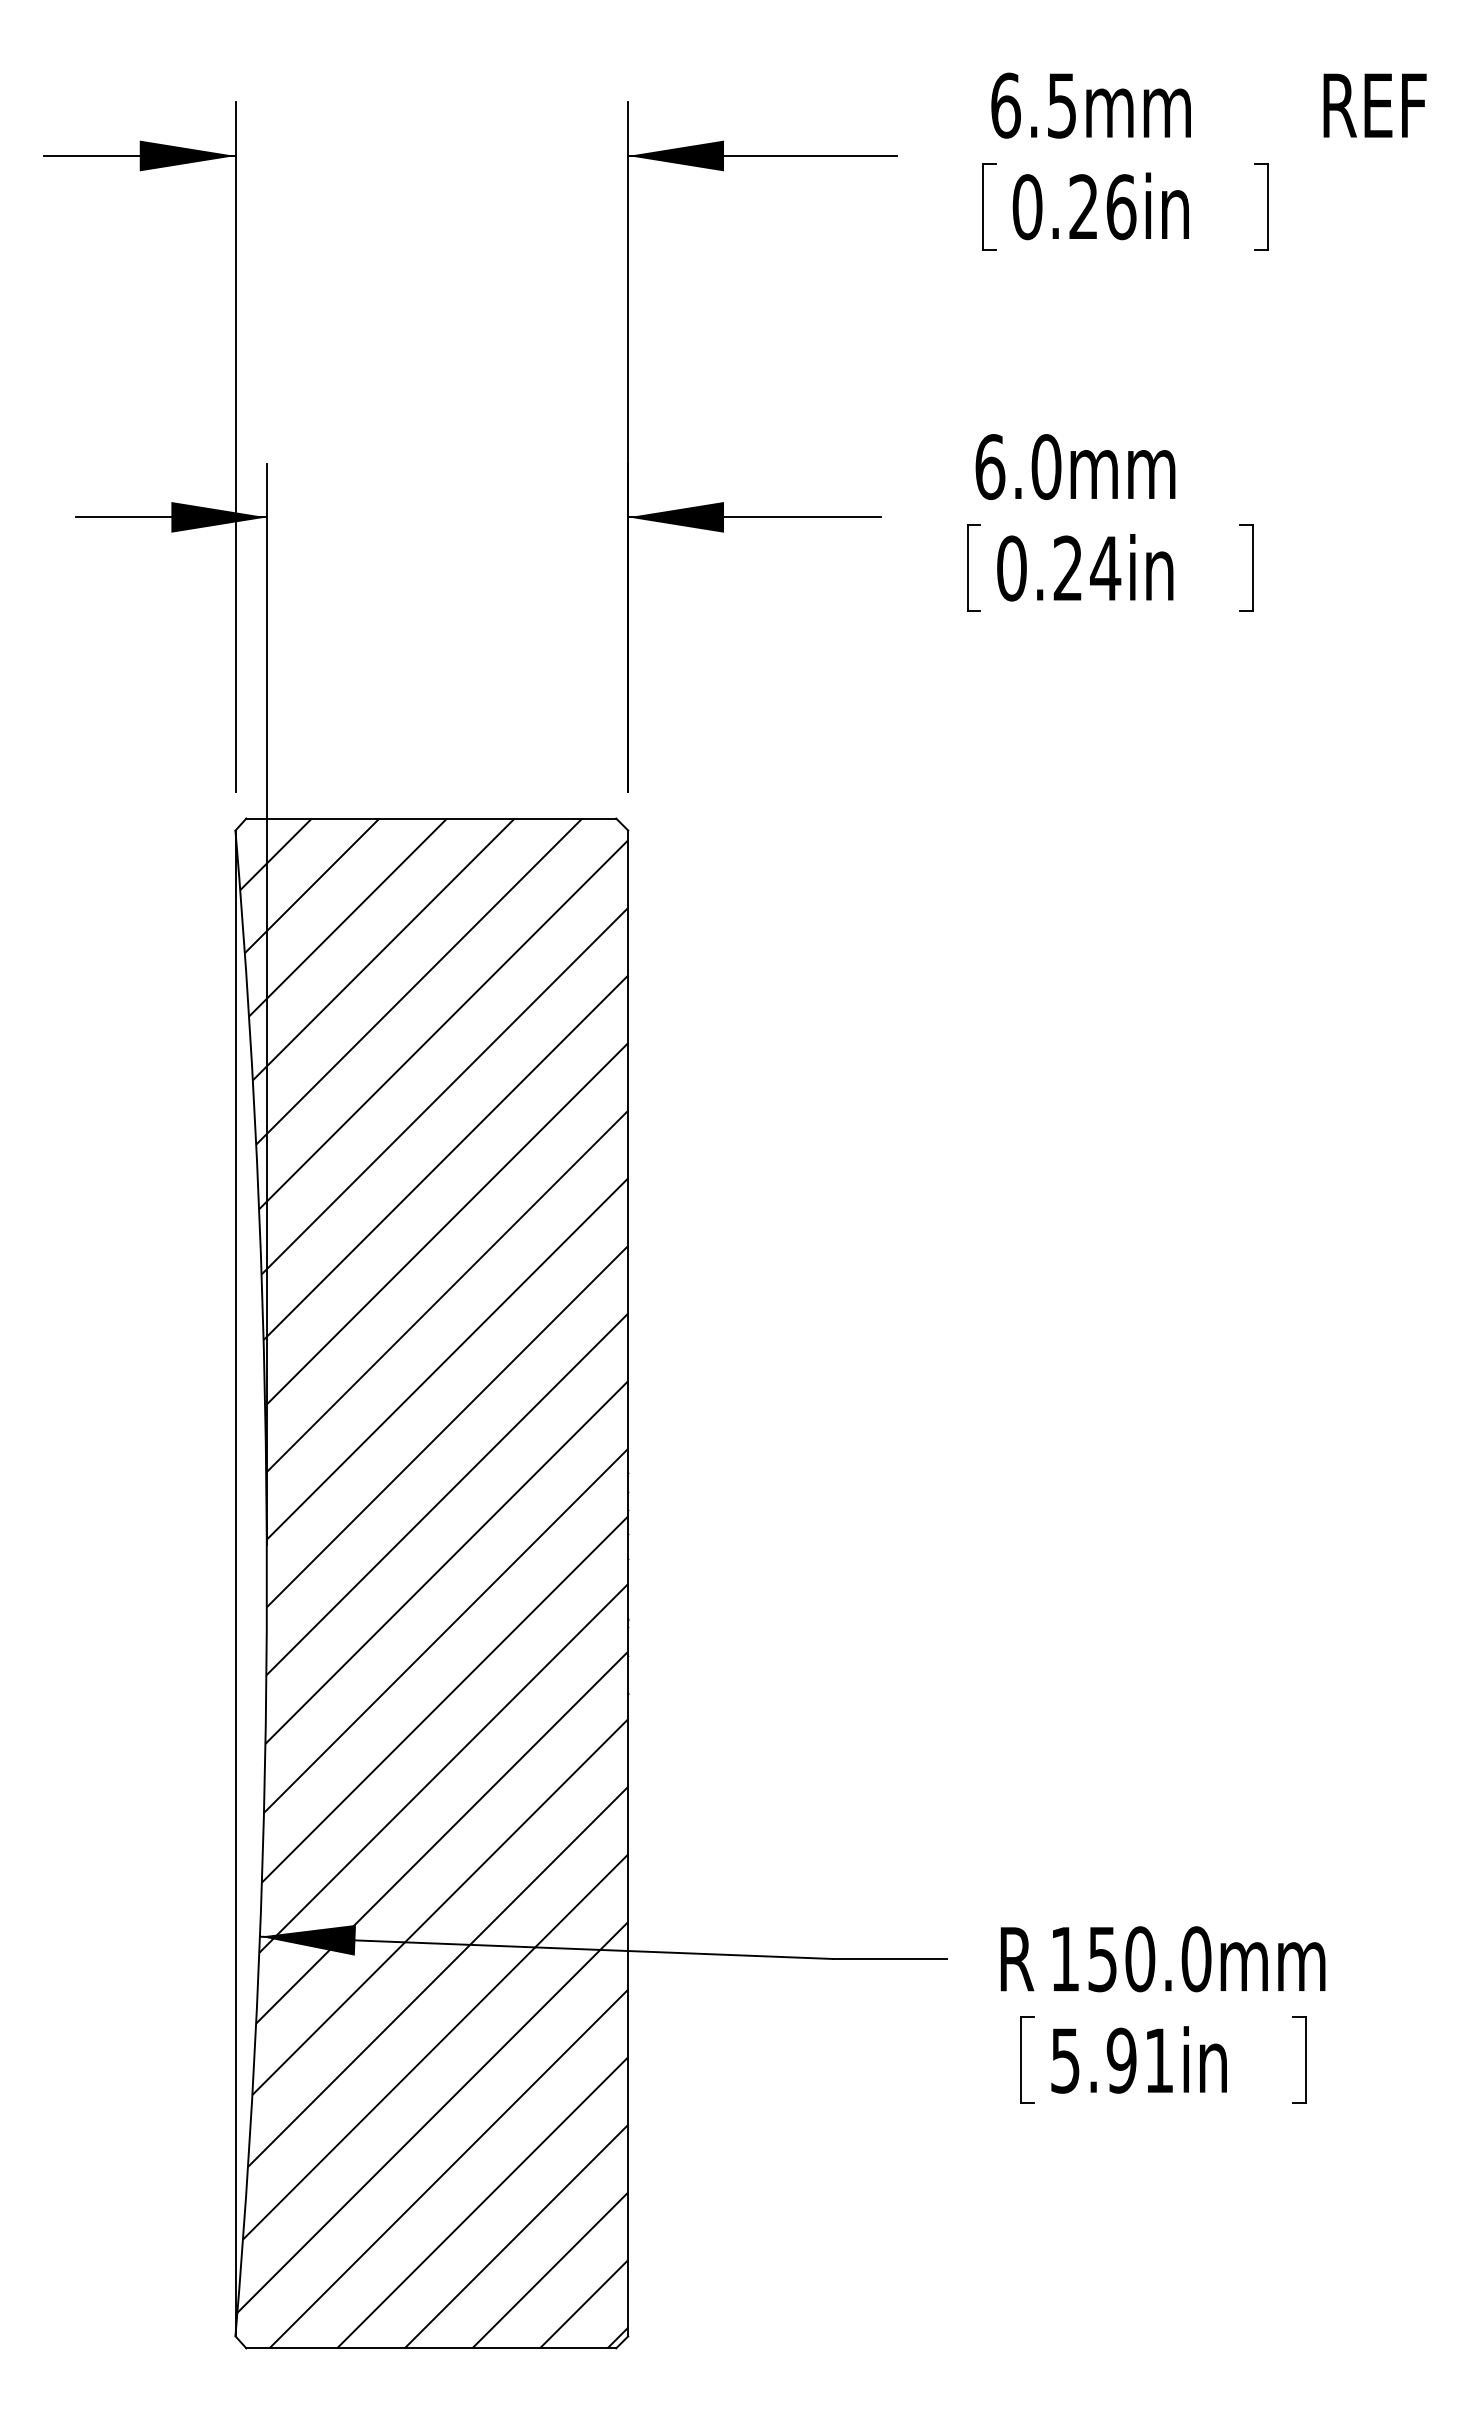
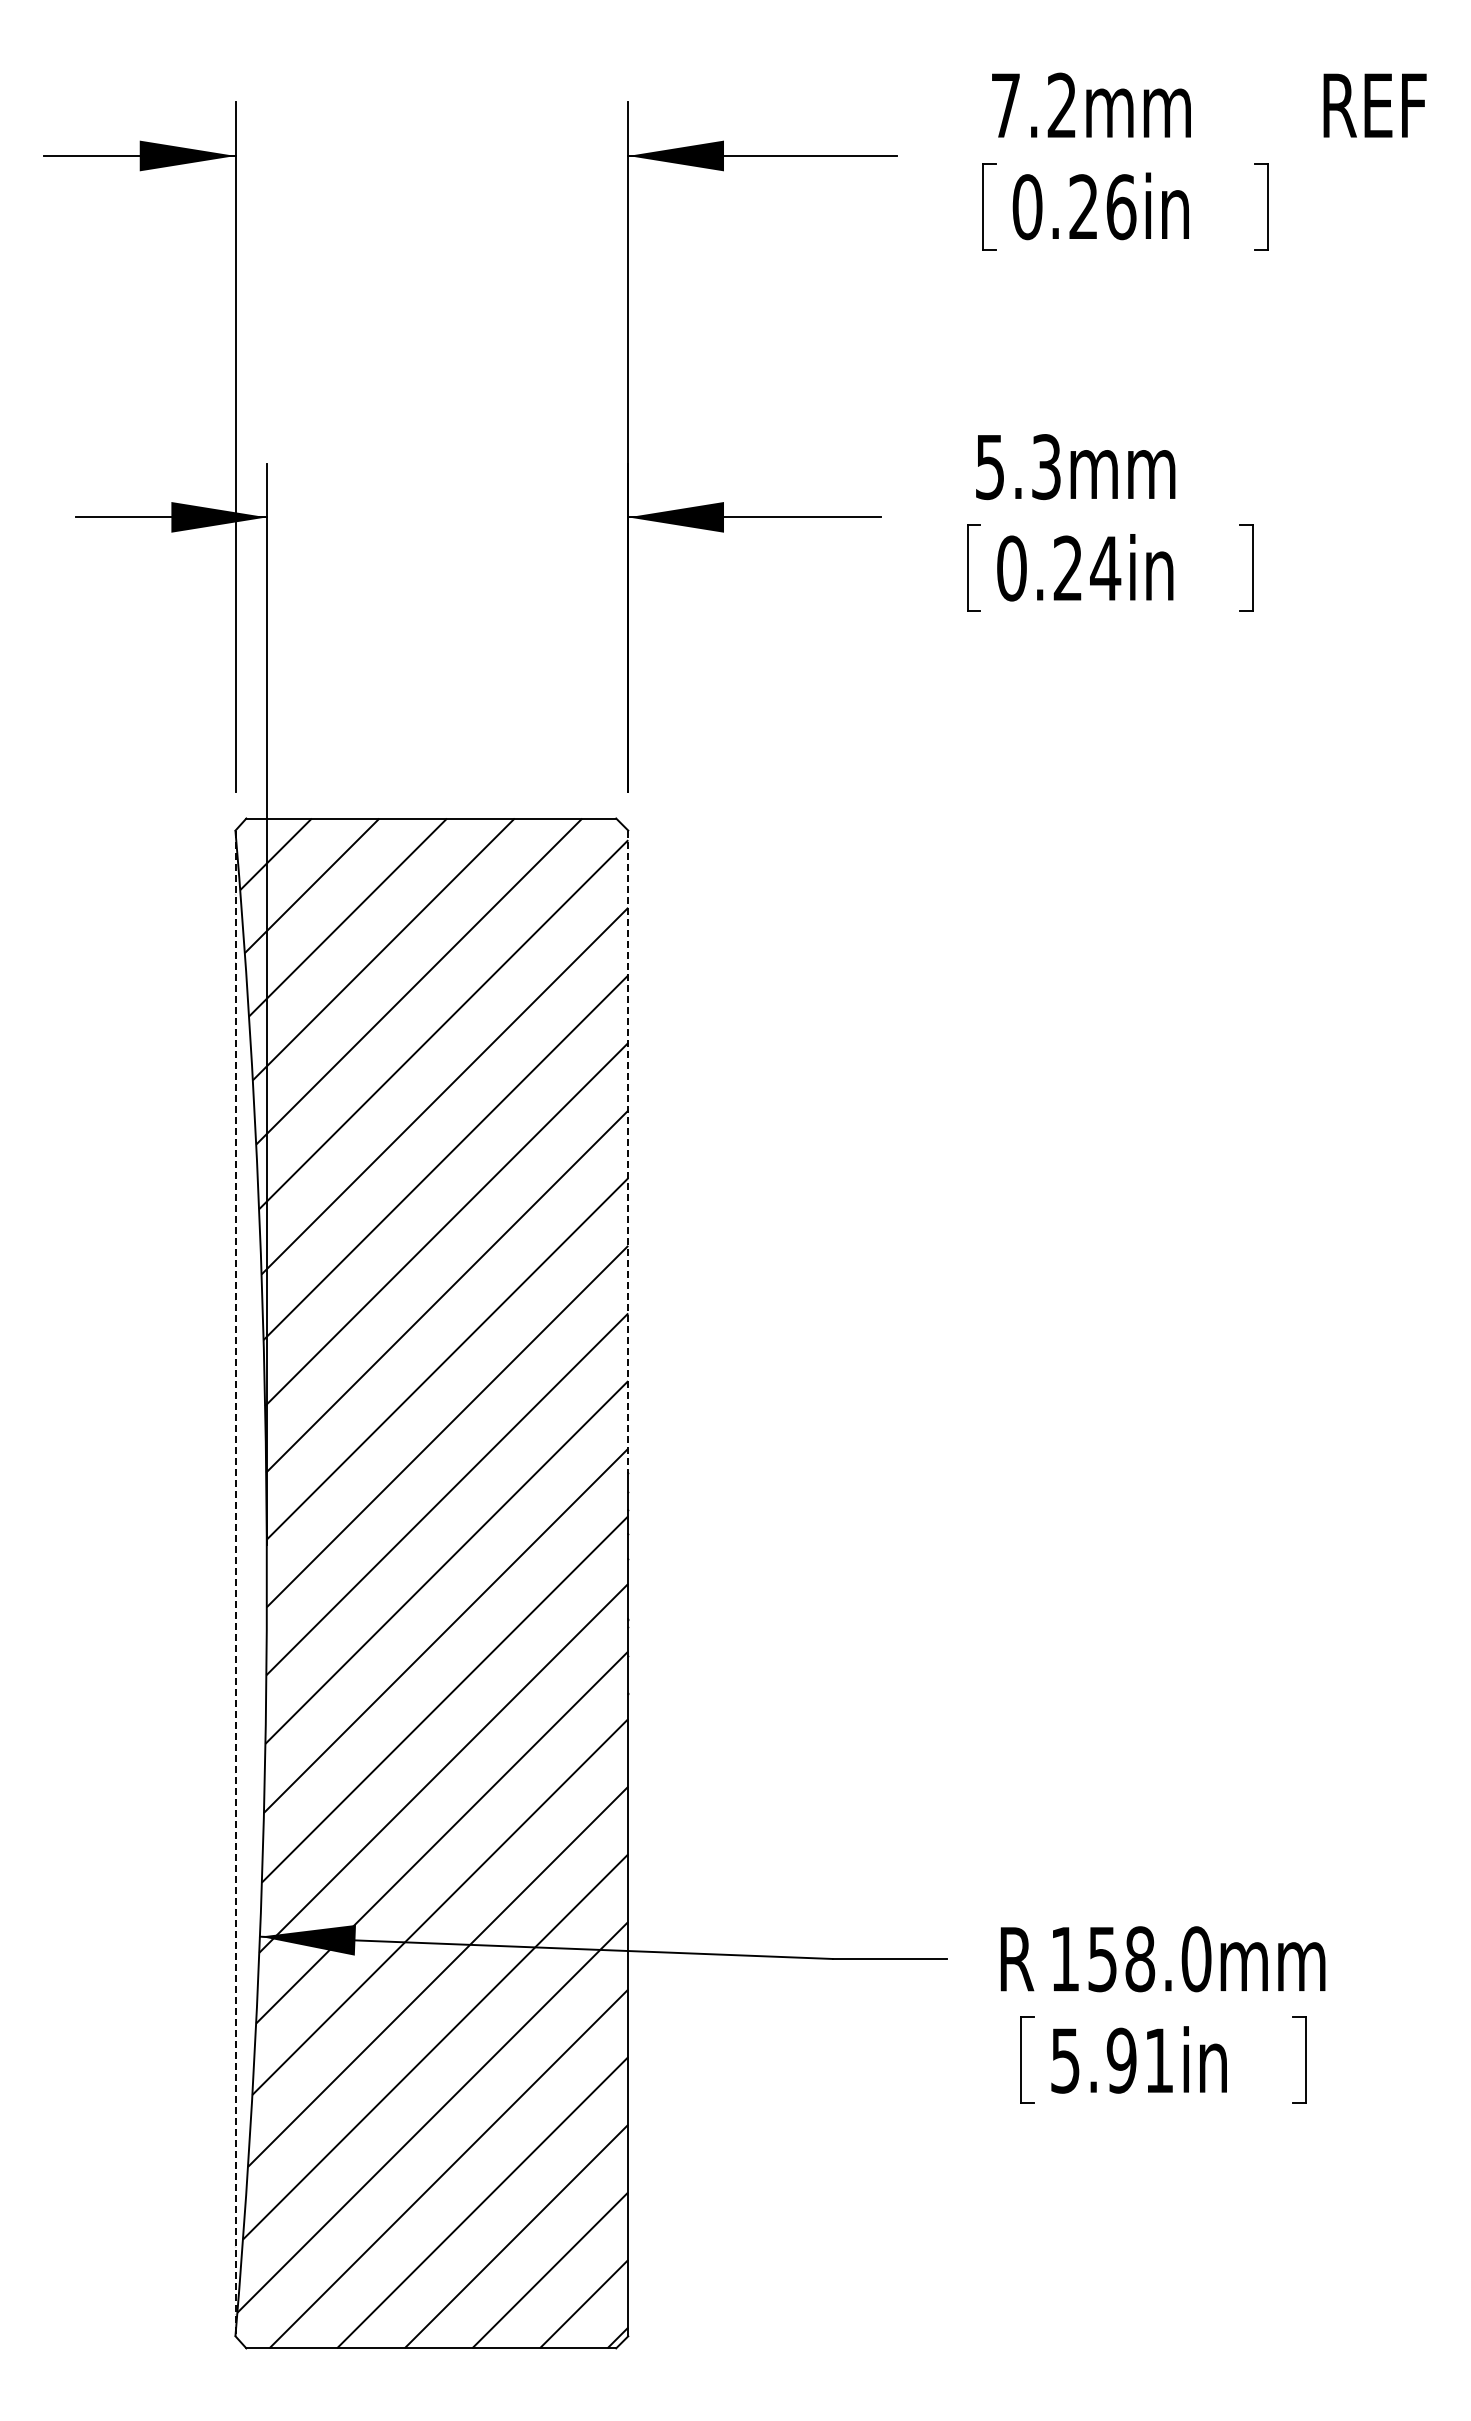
text at (1033, 105): 6.5mm -> 7.2mm
text at (1018, 467): 6.0mm -> 5.3mm
line at (628, 1152): solid -> dashed
line at (235, 1583): solid -> dashed
text at (1140, 1958): 150.0mm -> 158.0mm
